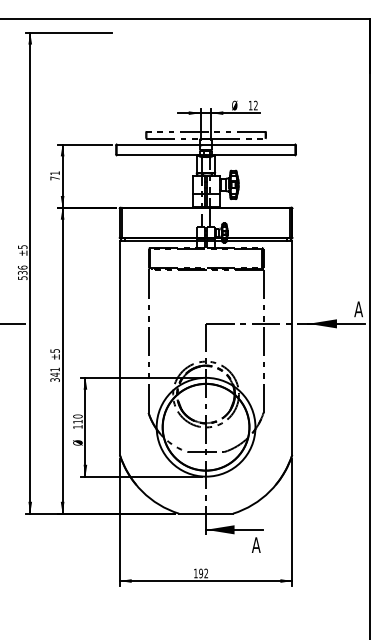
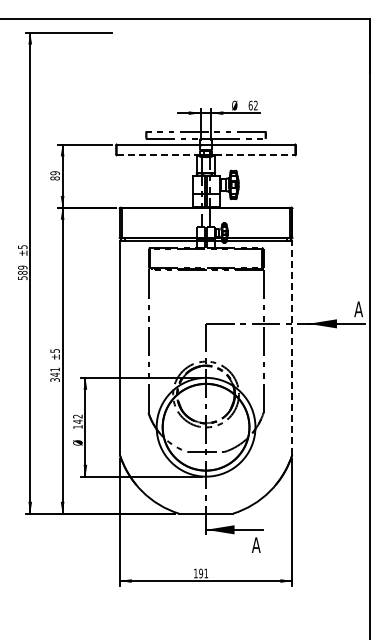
text at (250, 105): 12 -> 62
line at (157, 155): solid -> dashed
line at (255, 155): solid -> dashed
text at (54, 175): 71 -> 89
text at (22, 269): 536 -> 589
line at (14, 323): present -> none
line at (292, 347): solid -> dashed
text at (77, 418): 110 -> 142
text at (205, 573): 192 -> 191
